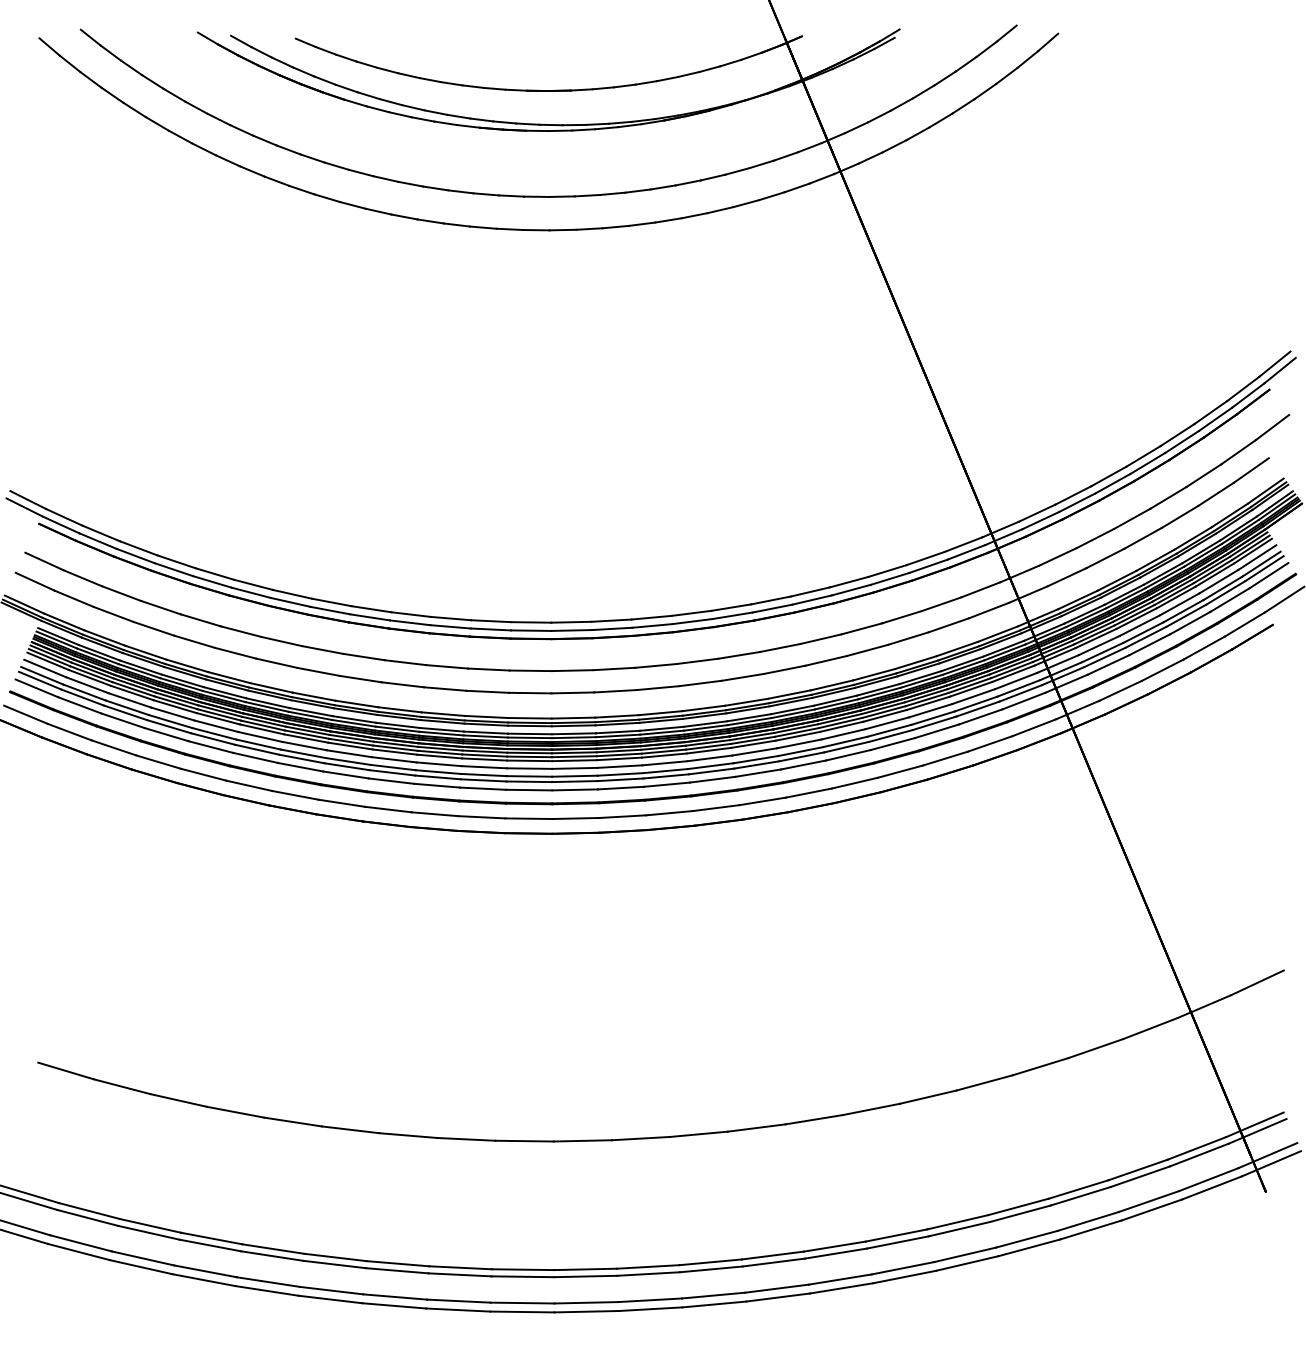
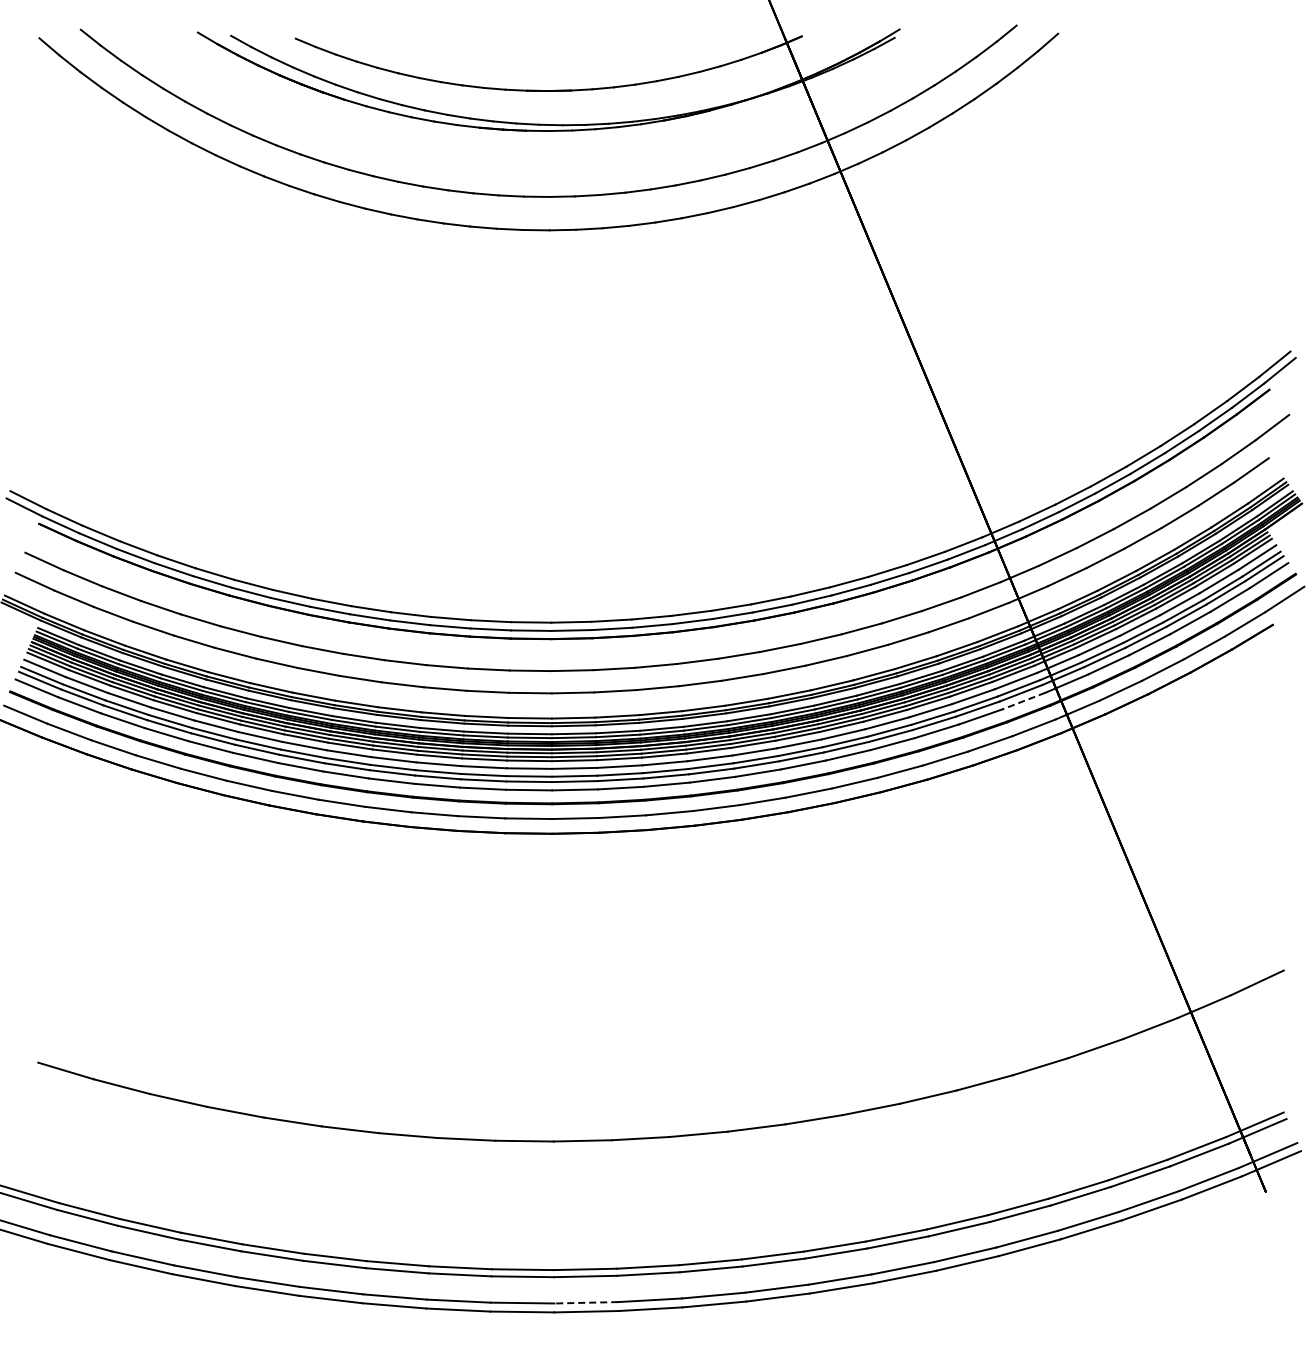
line at (1023, 701): solid -> dashed
line at (586, 1302): solid -> dashed
